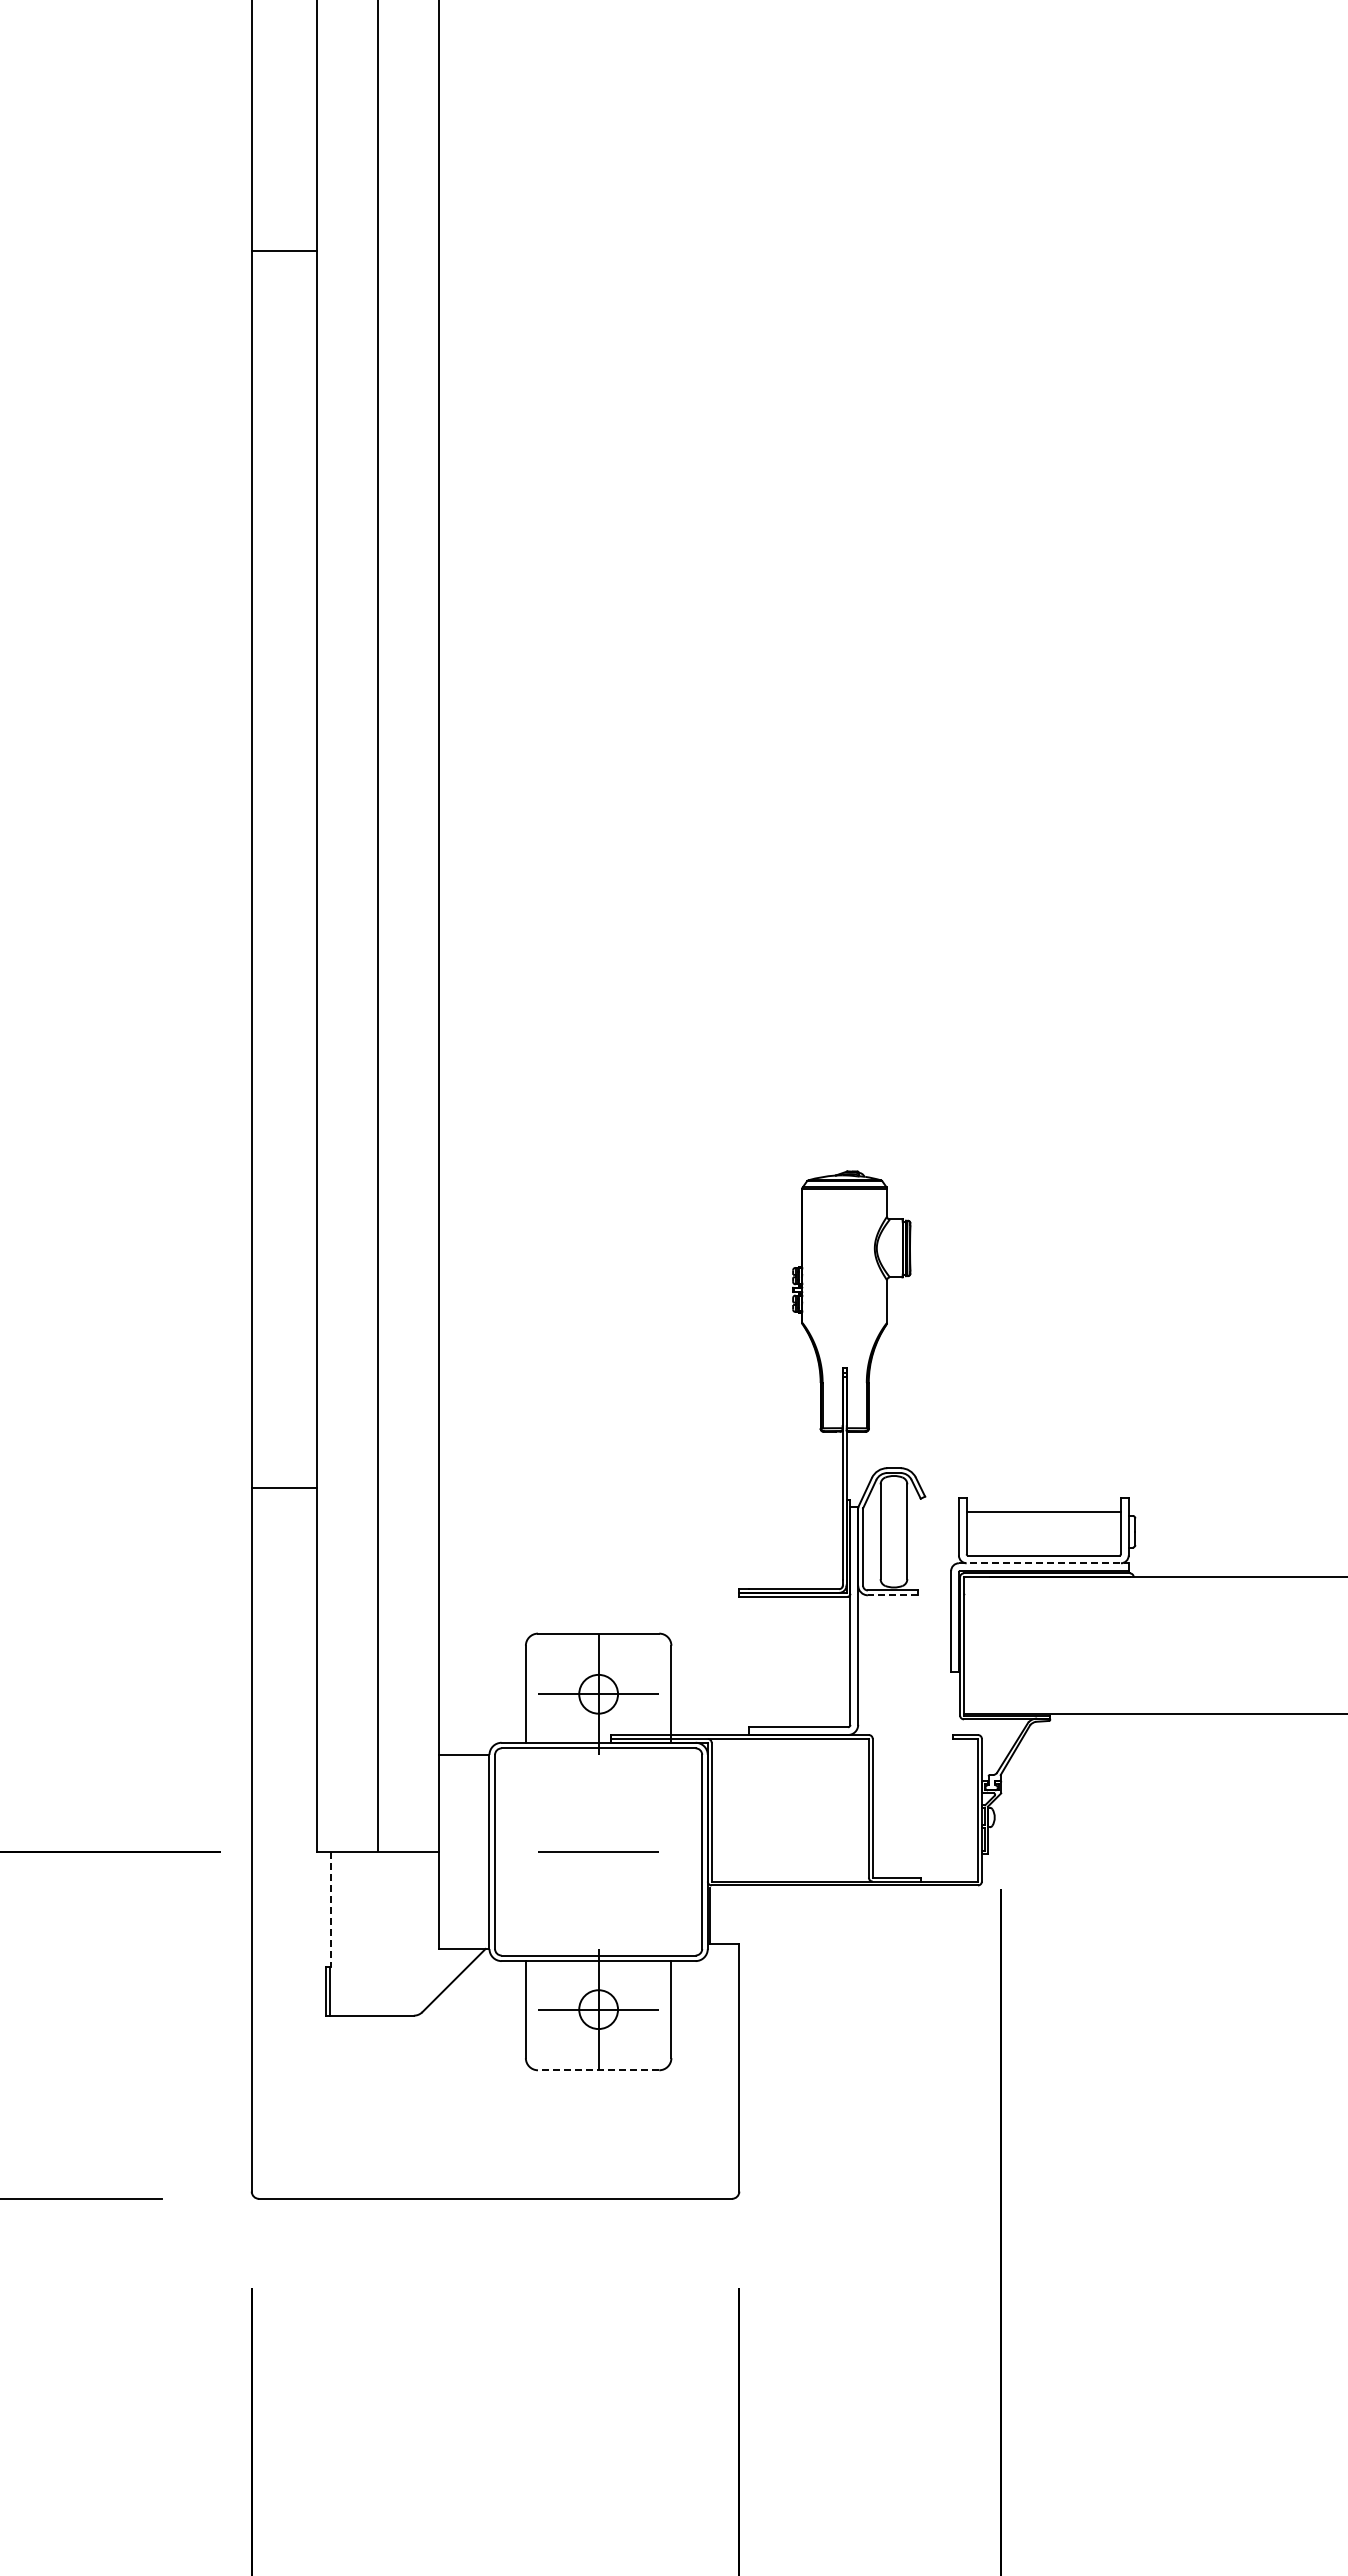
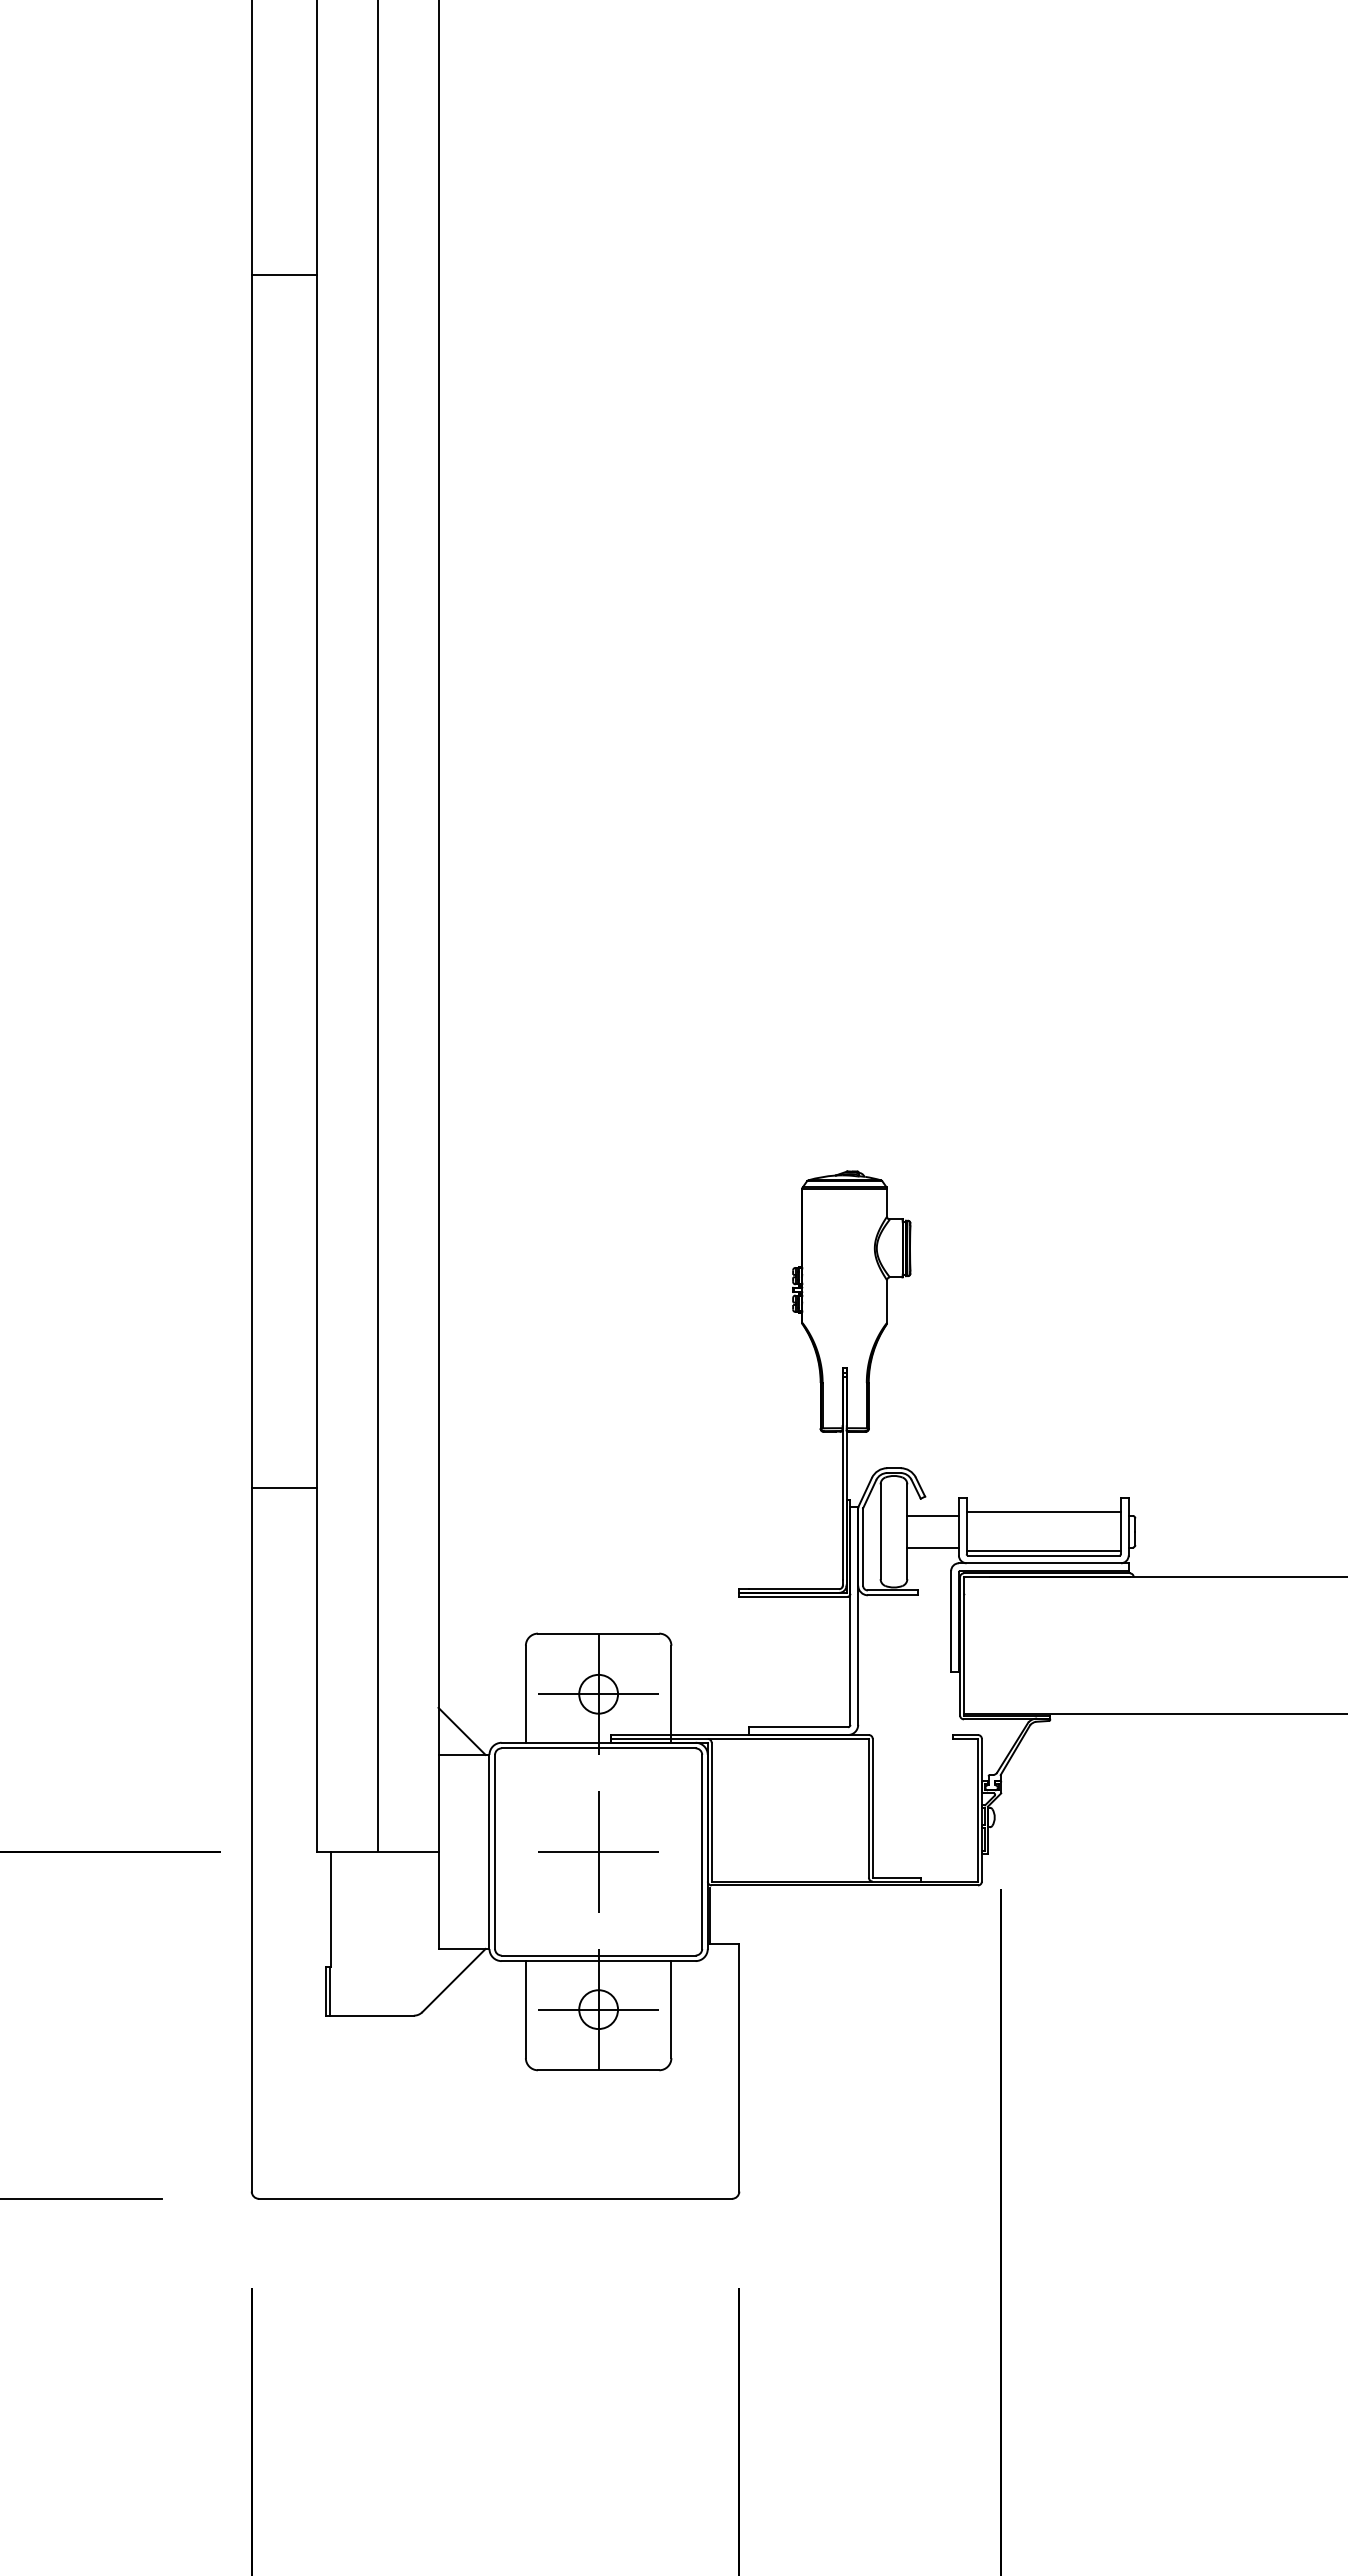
line at (284, 251) position: (284, 251) -> (284, 275)
line at (932, 1515): none -> present
line at (932, 1547): none -> present
line at (1043, 1551): none -> present
line at (1043, 1563): dashed -> solid
line at (892, 1595): dashed -> solid
line at (461, 1730): none -> present
line at (598, 1851): none -> present
line at (330, 1909): dashed -> solid
line at (598, 2070): dashed -> solid
